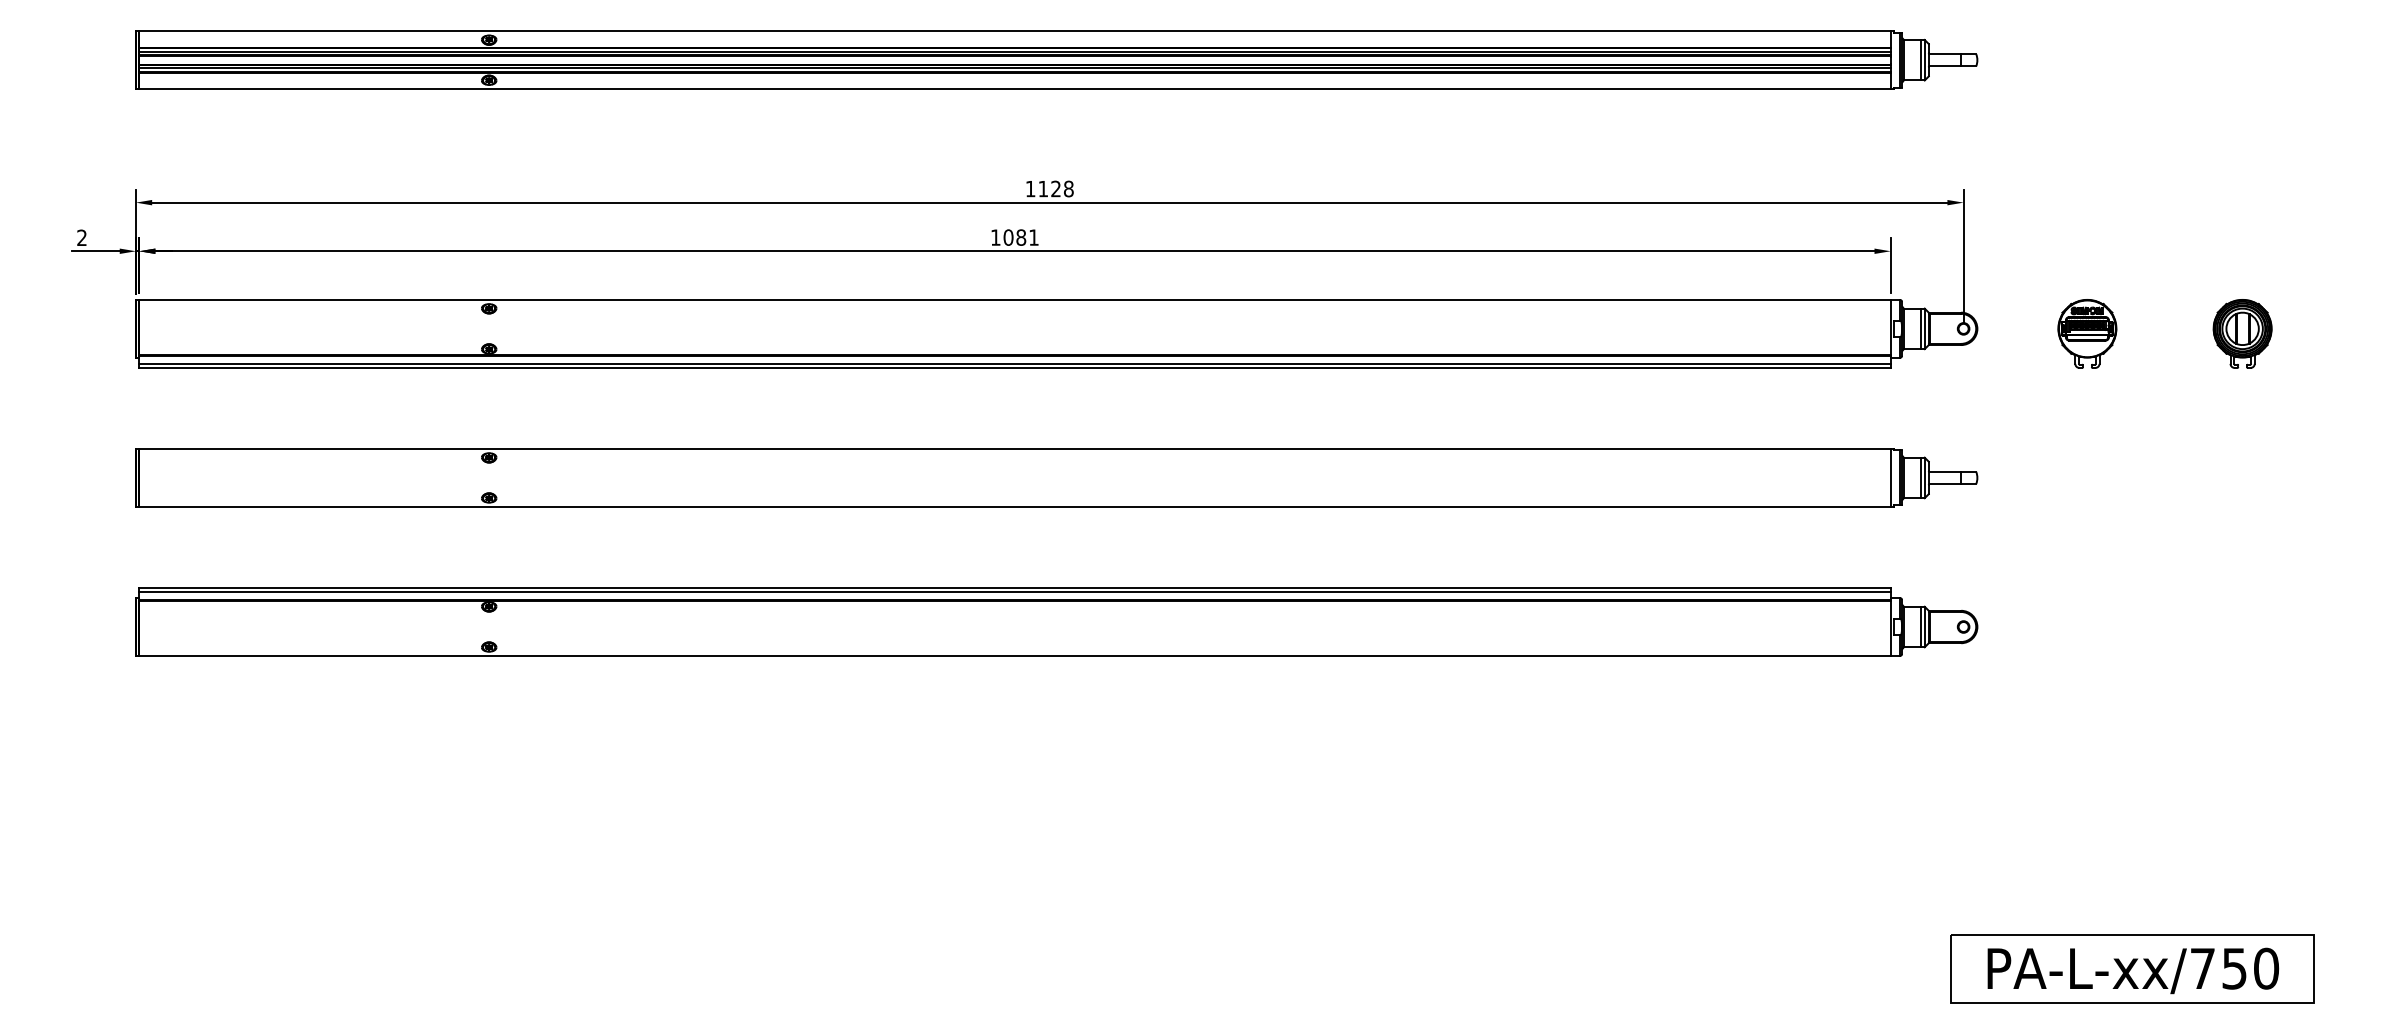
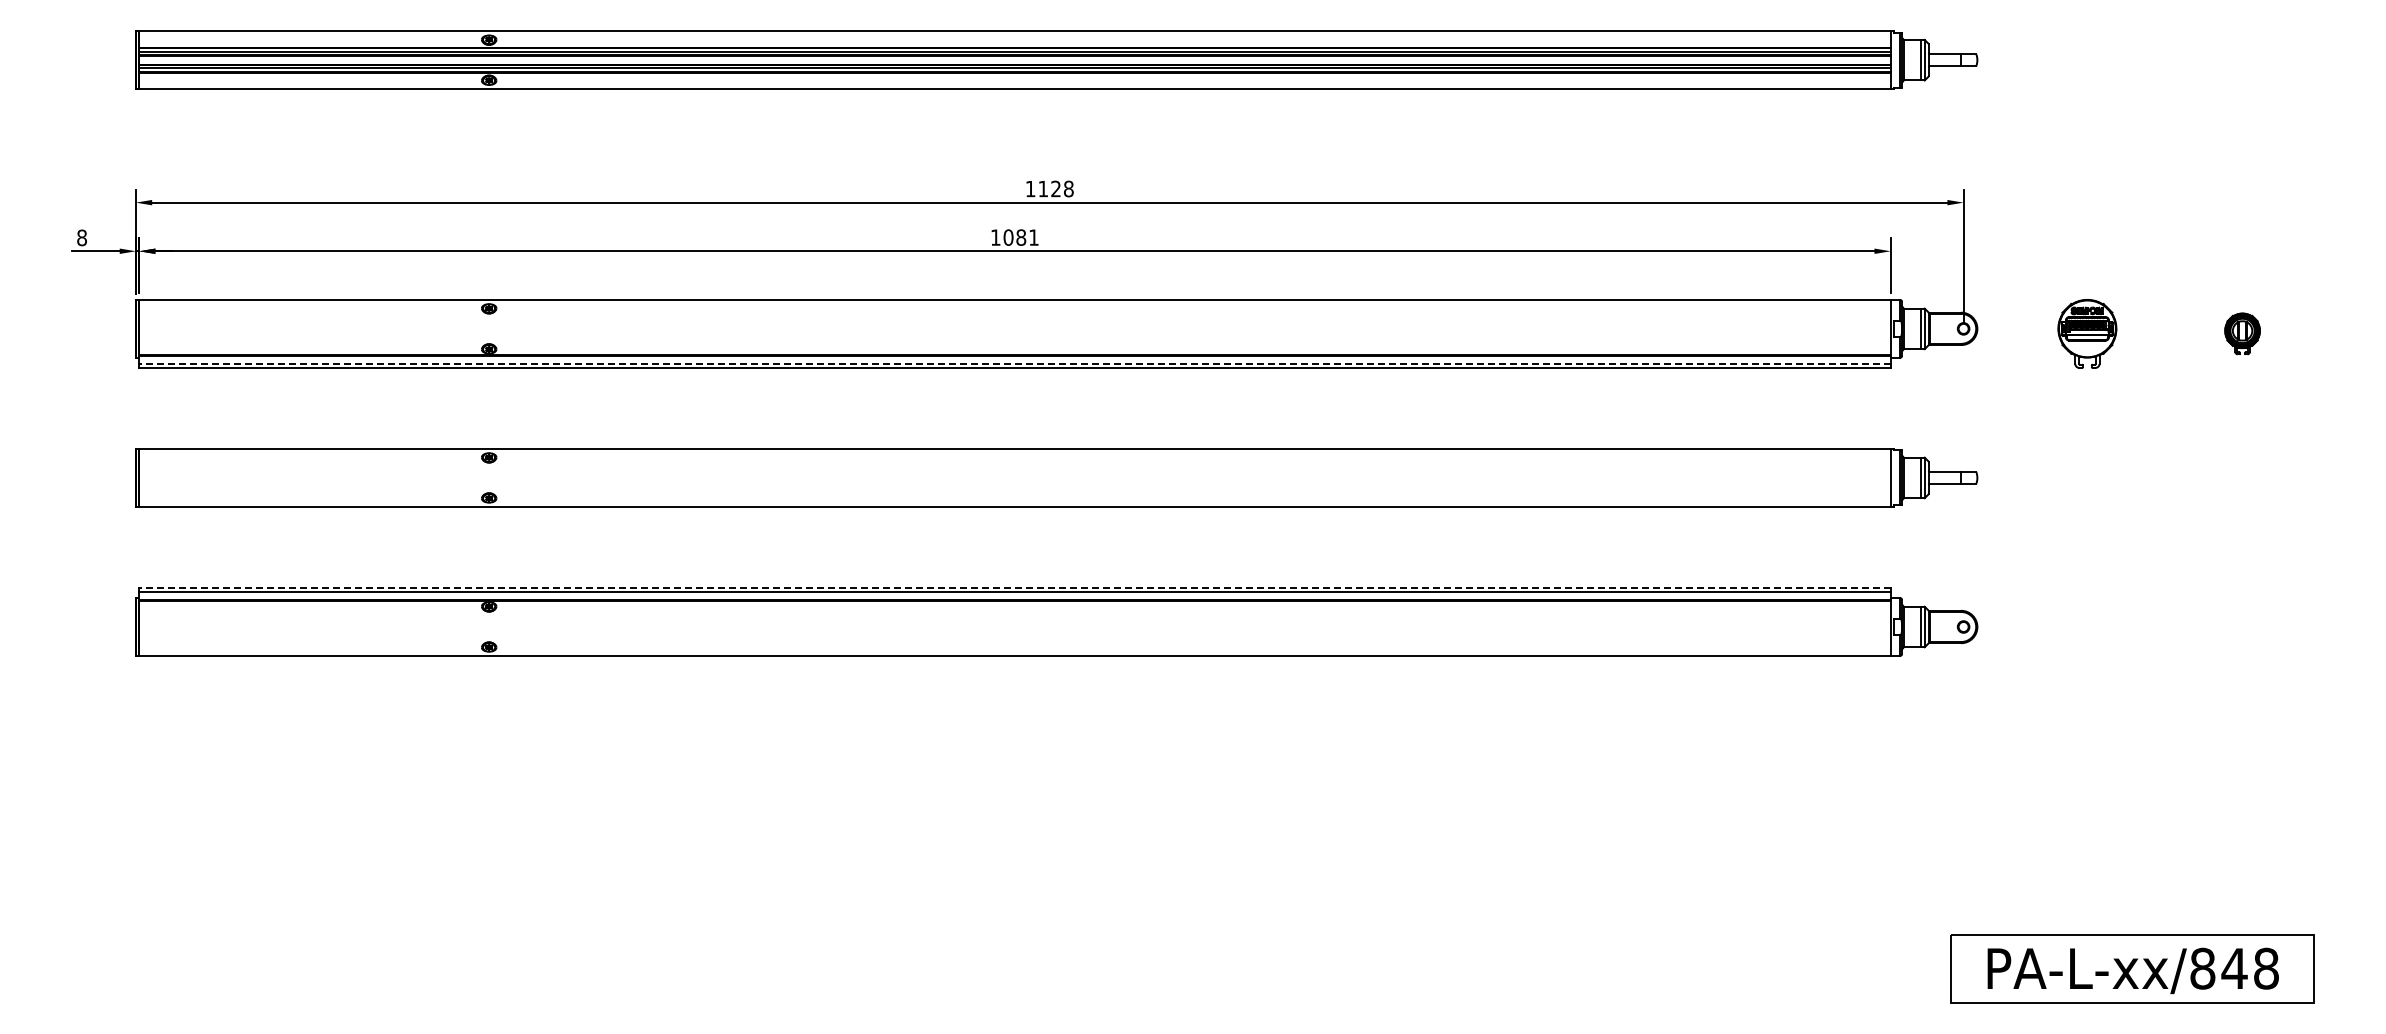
text at (82, 237): 2 -> 8
part at (2242, 333) size: 61x70 px -> 37x44 px
line at (1014, 363): solid -> dashed
line at (1014, 587): solid -> dashed
text at (2234, 968): PA-L-xx/750 -> PA-L-xx/848
